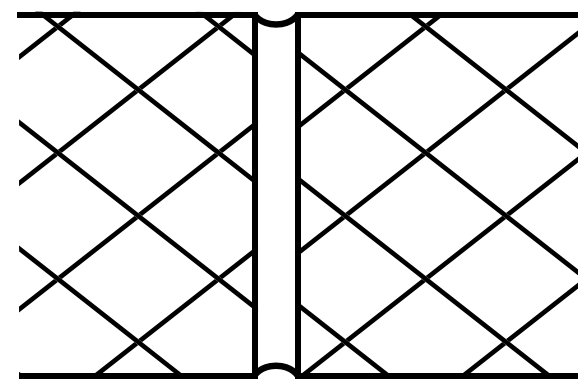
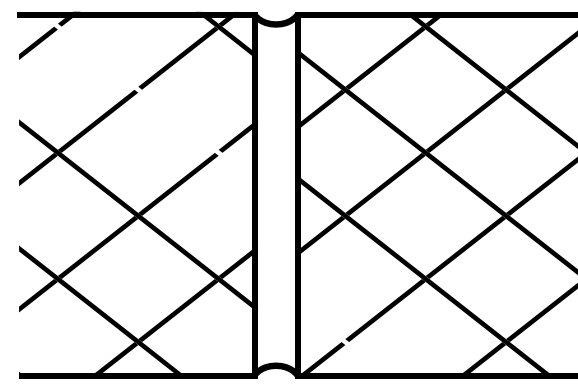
fill at (146, 98): present -> none
fill at (345, 339): present -> none
